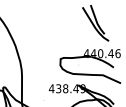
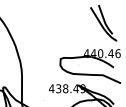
part at (95, 23) position: (95, 23) -> (103, 23)
